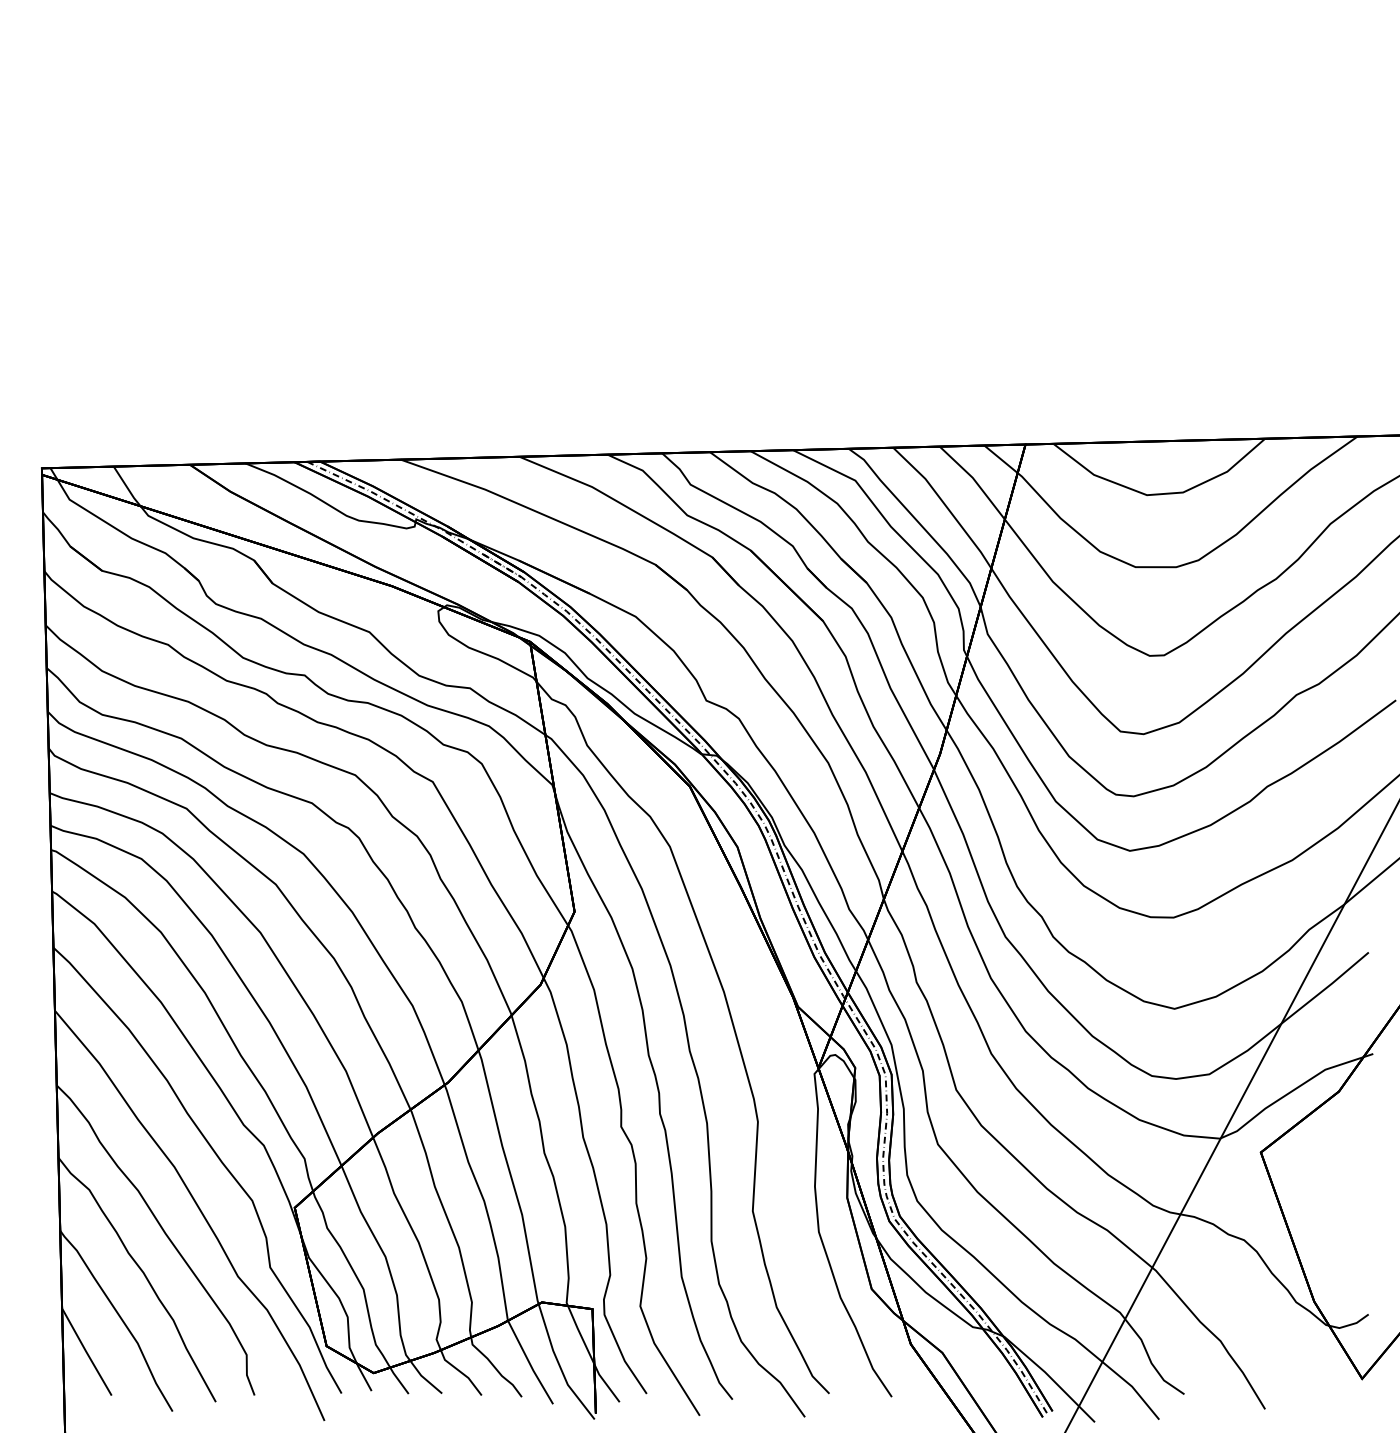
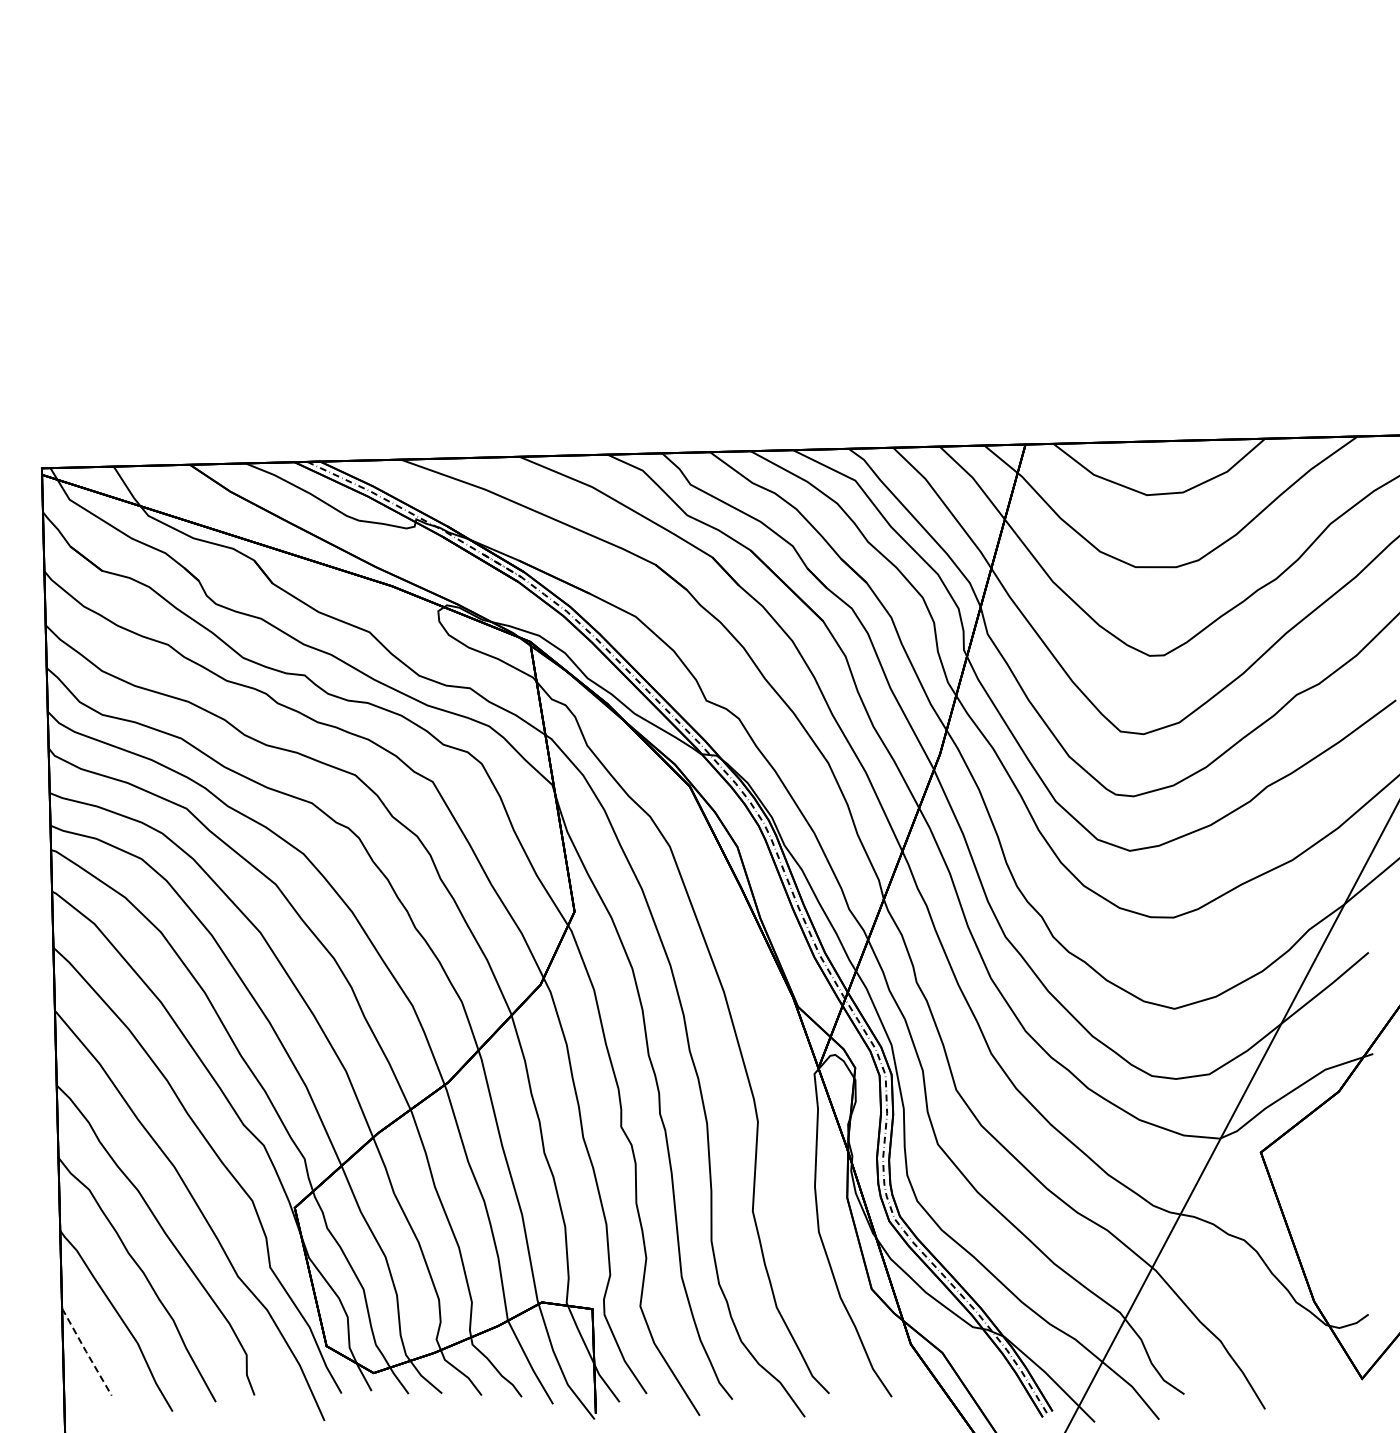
line at (86, 1351): solid -> dashed
